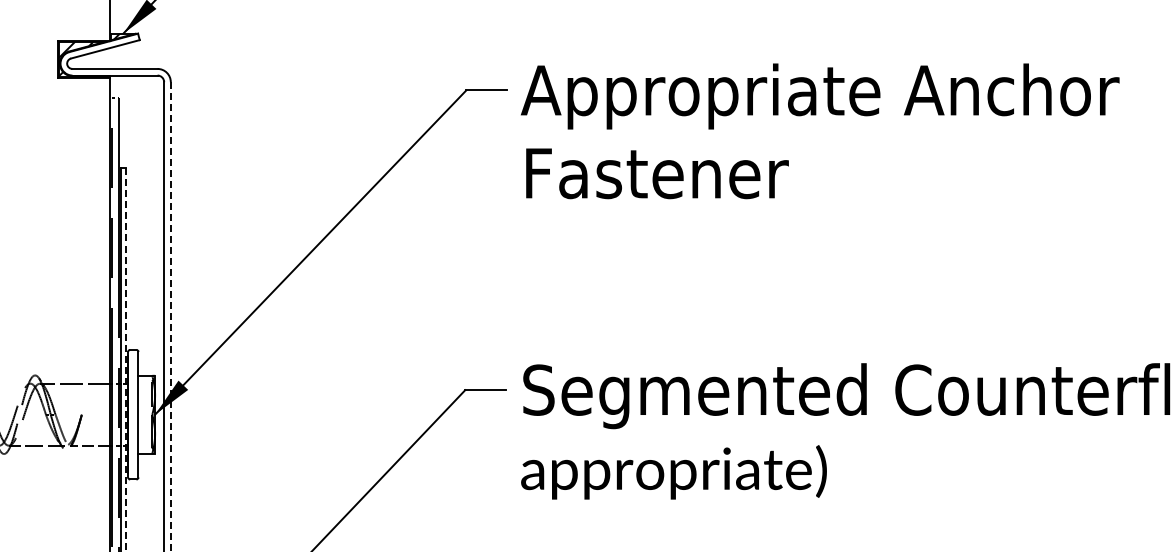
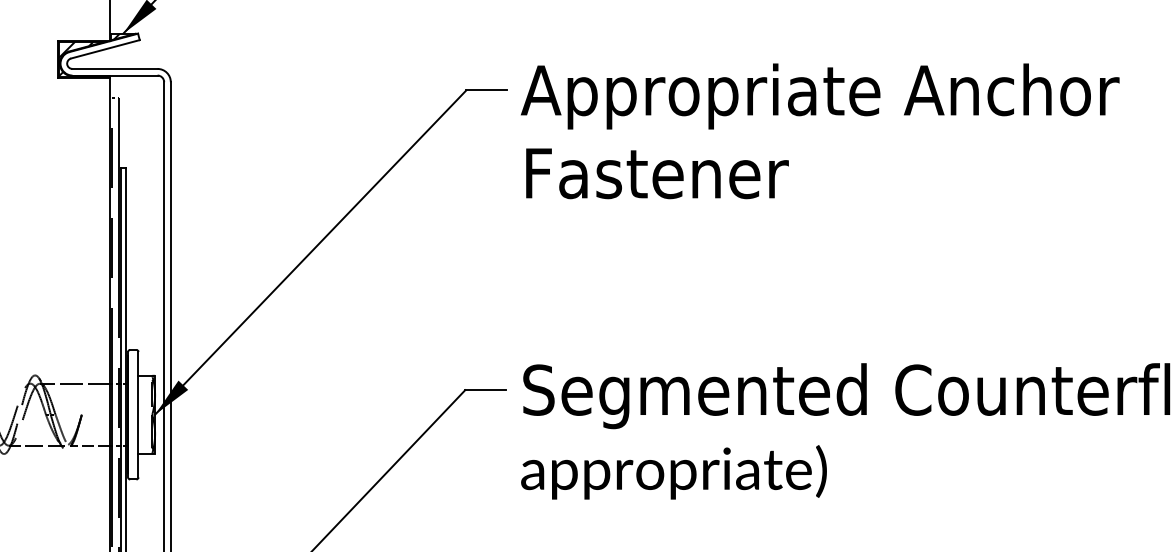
line at (170, 316): dashed -> solid
line at (126, 360): dashed -> solid
